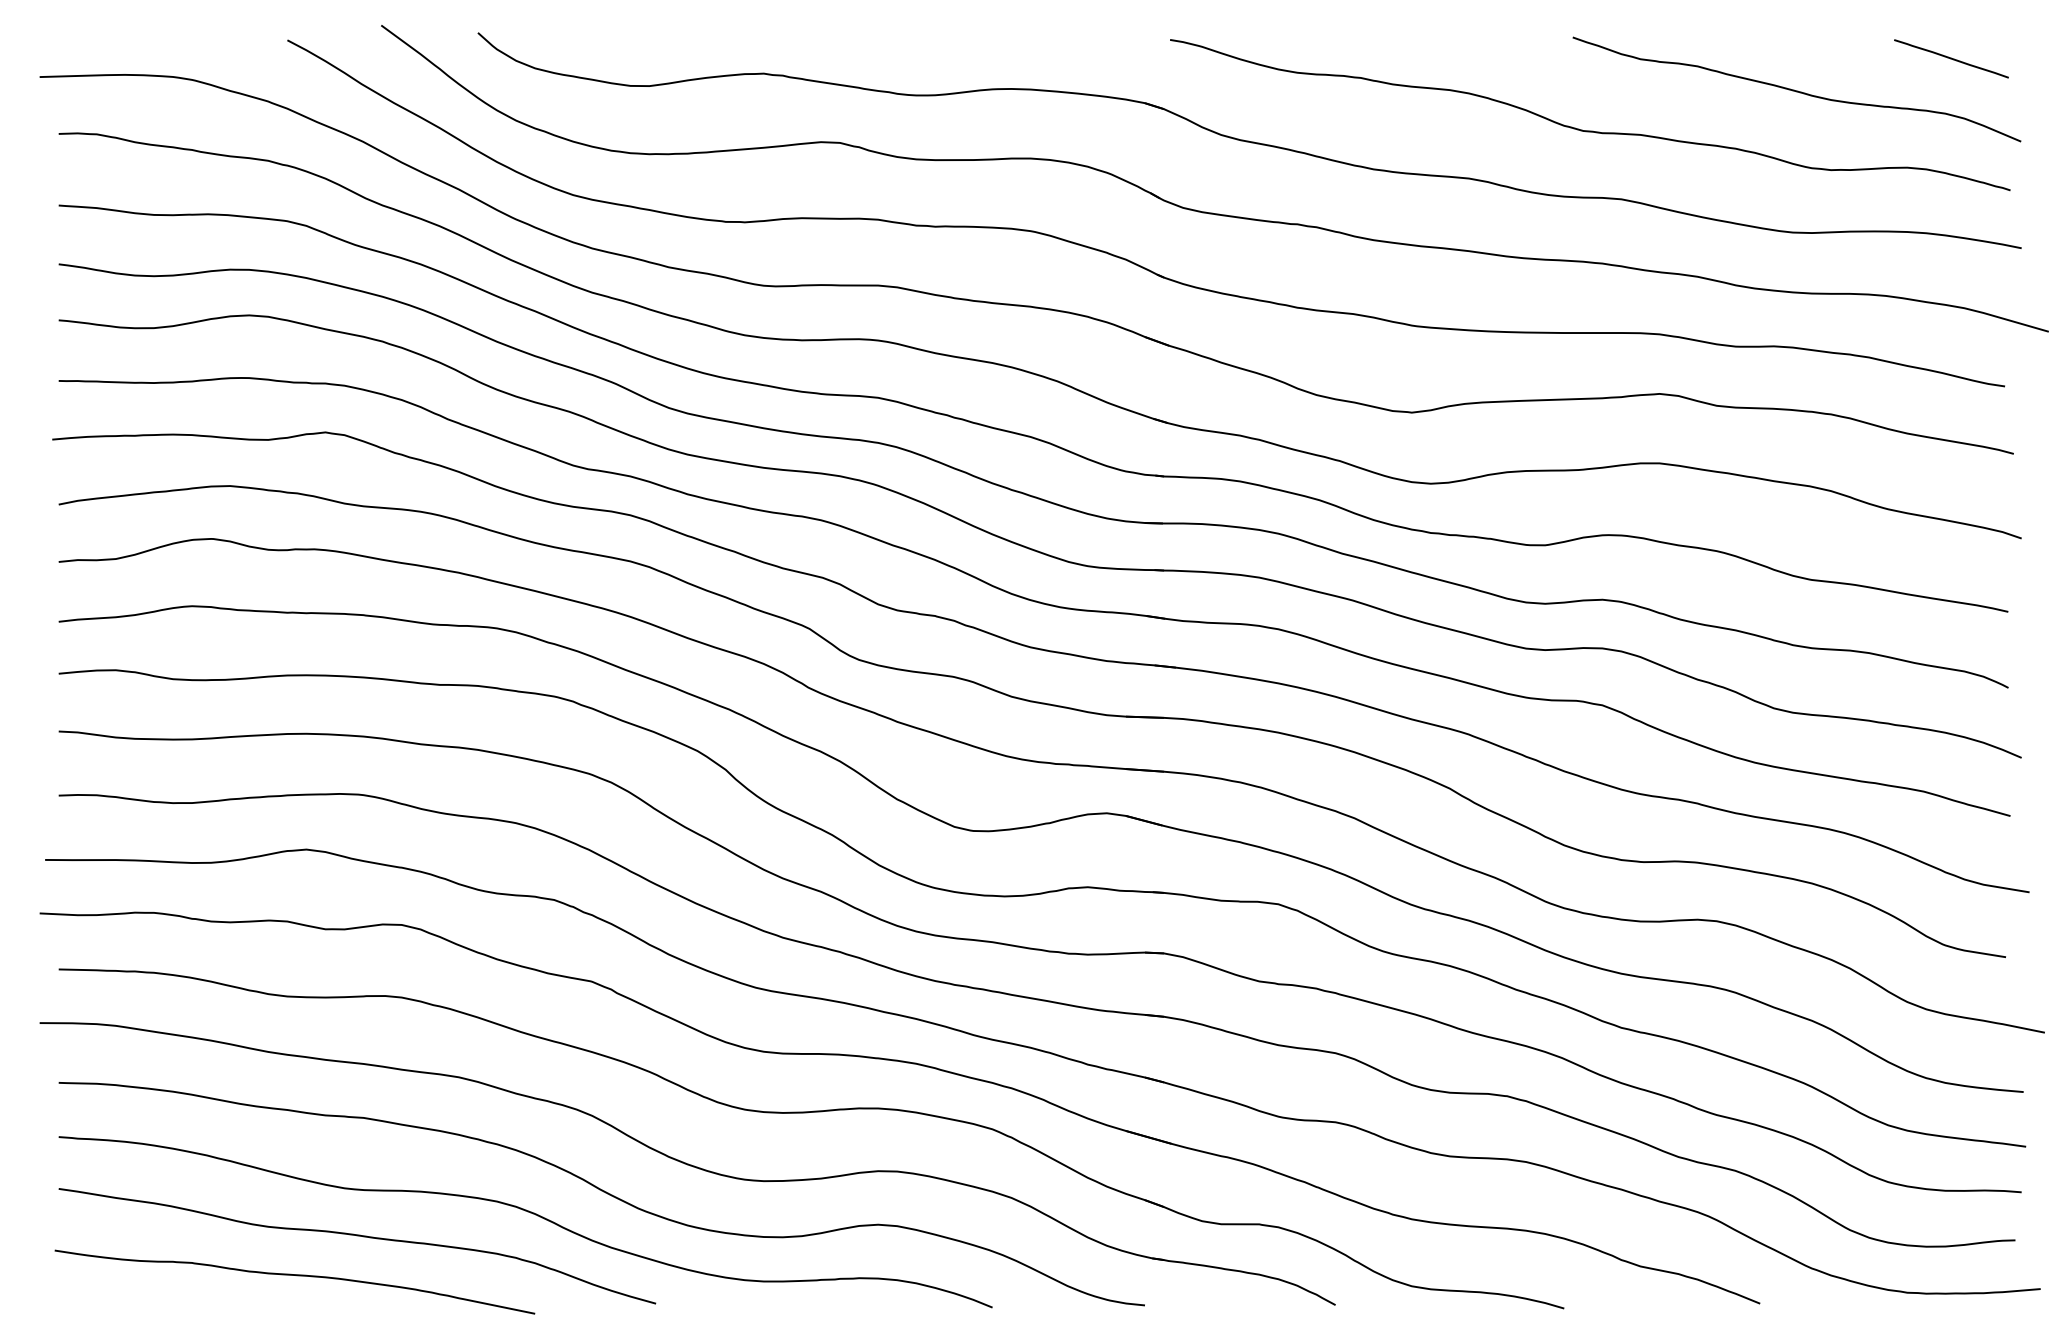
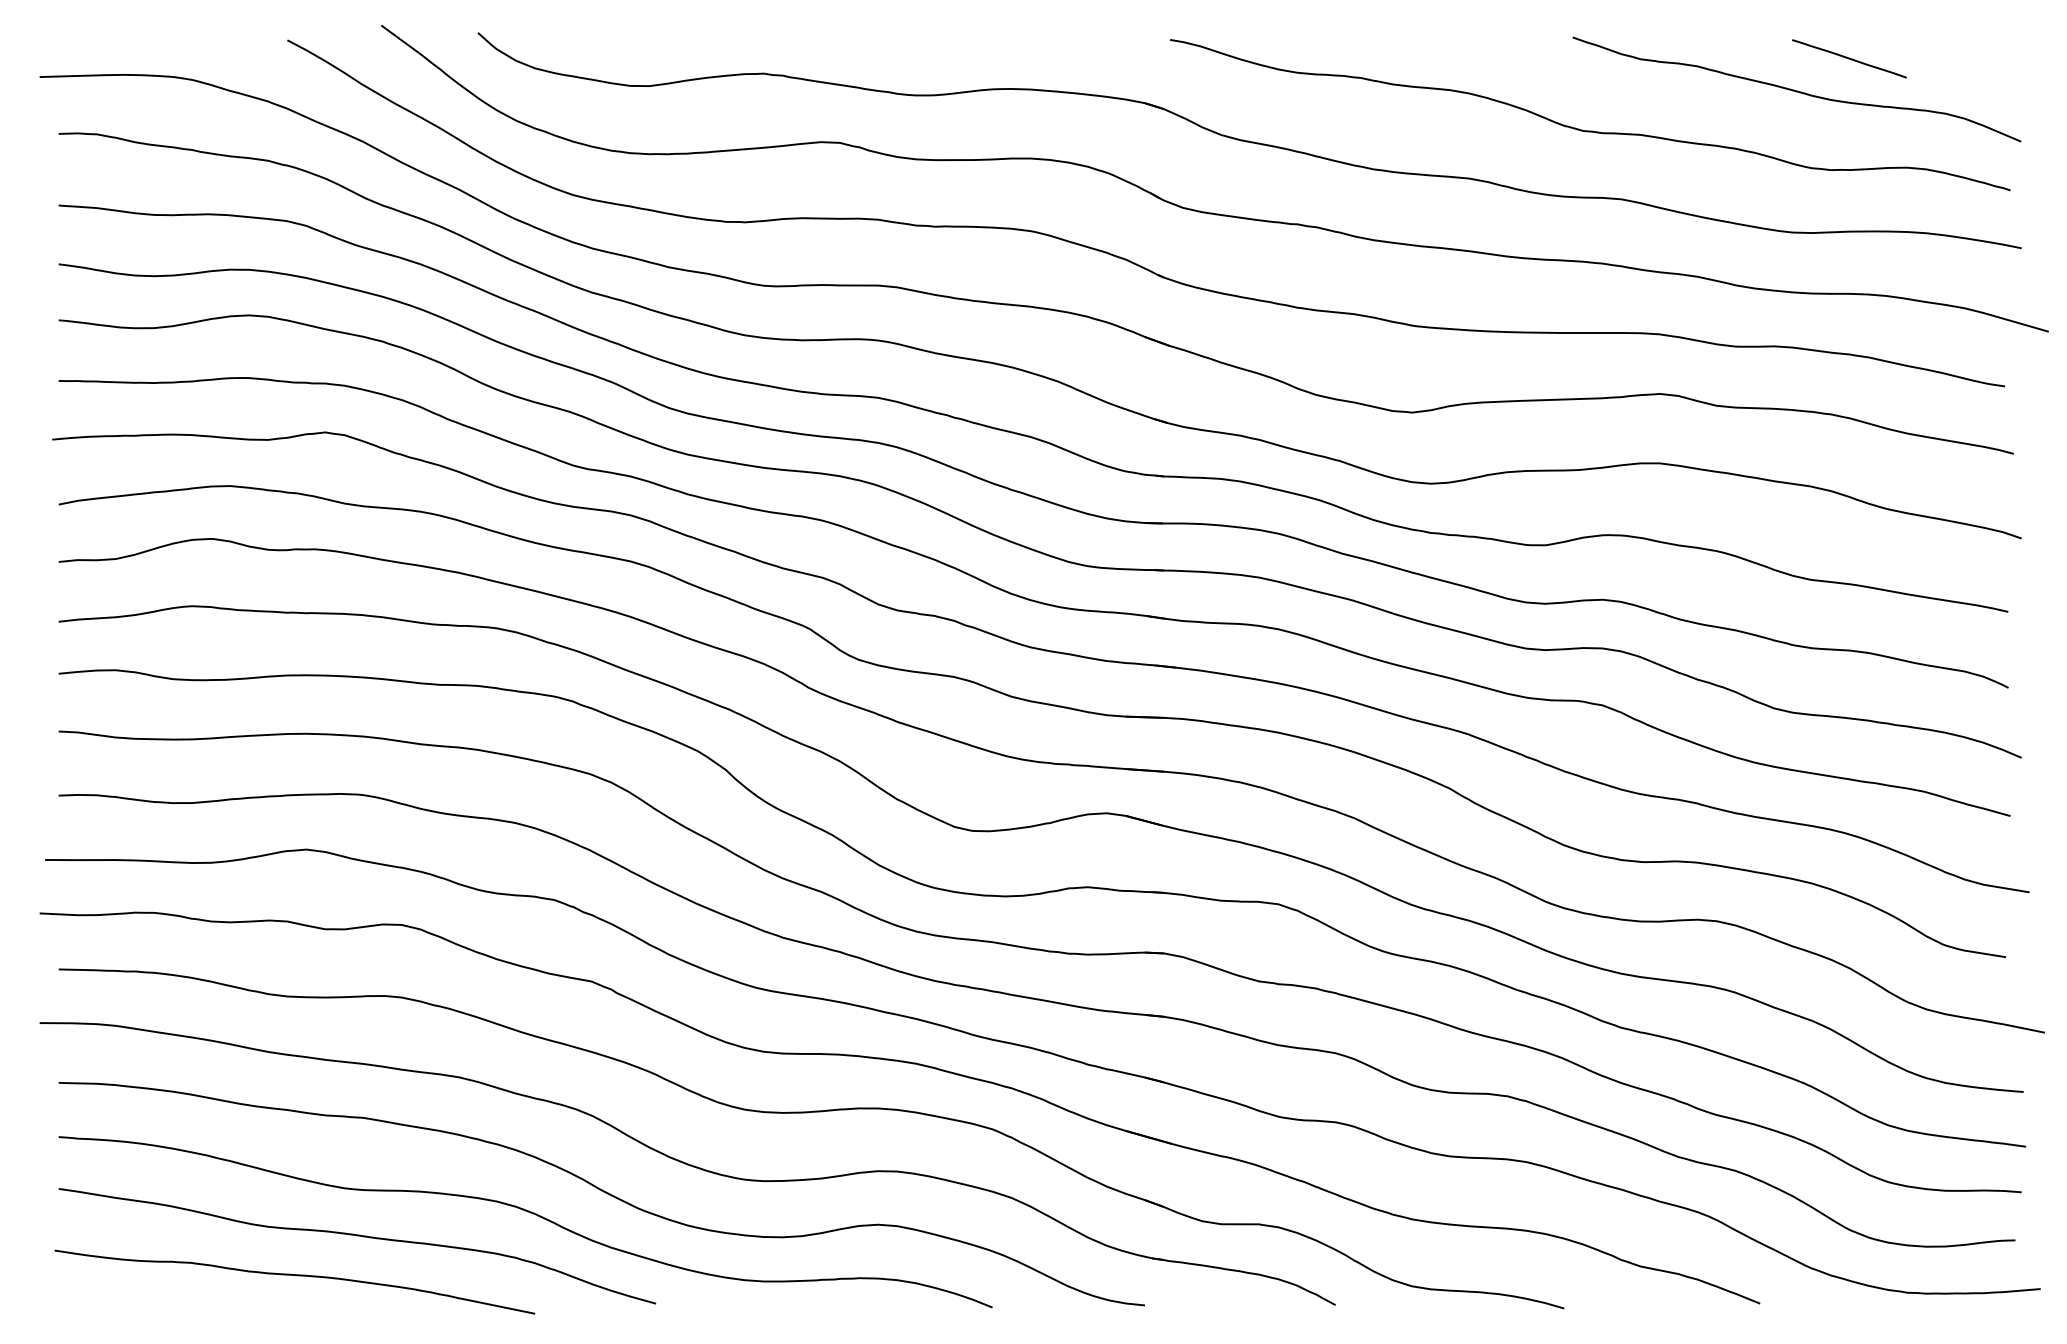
line at (1951, 58) position: (1951, 58) -> (1849, 58)
